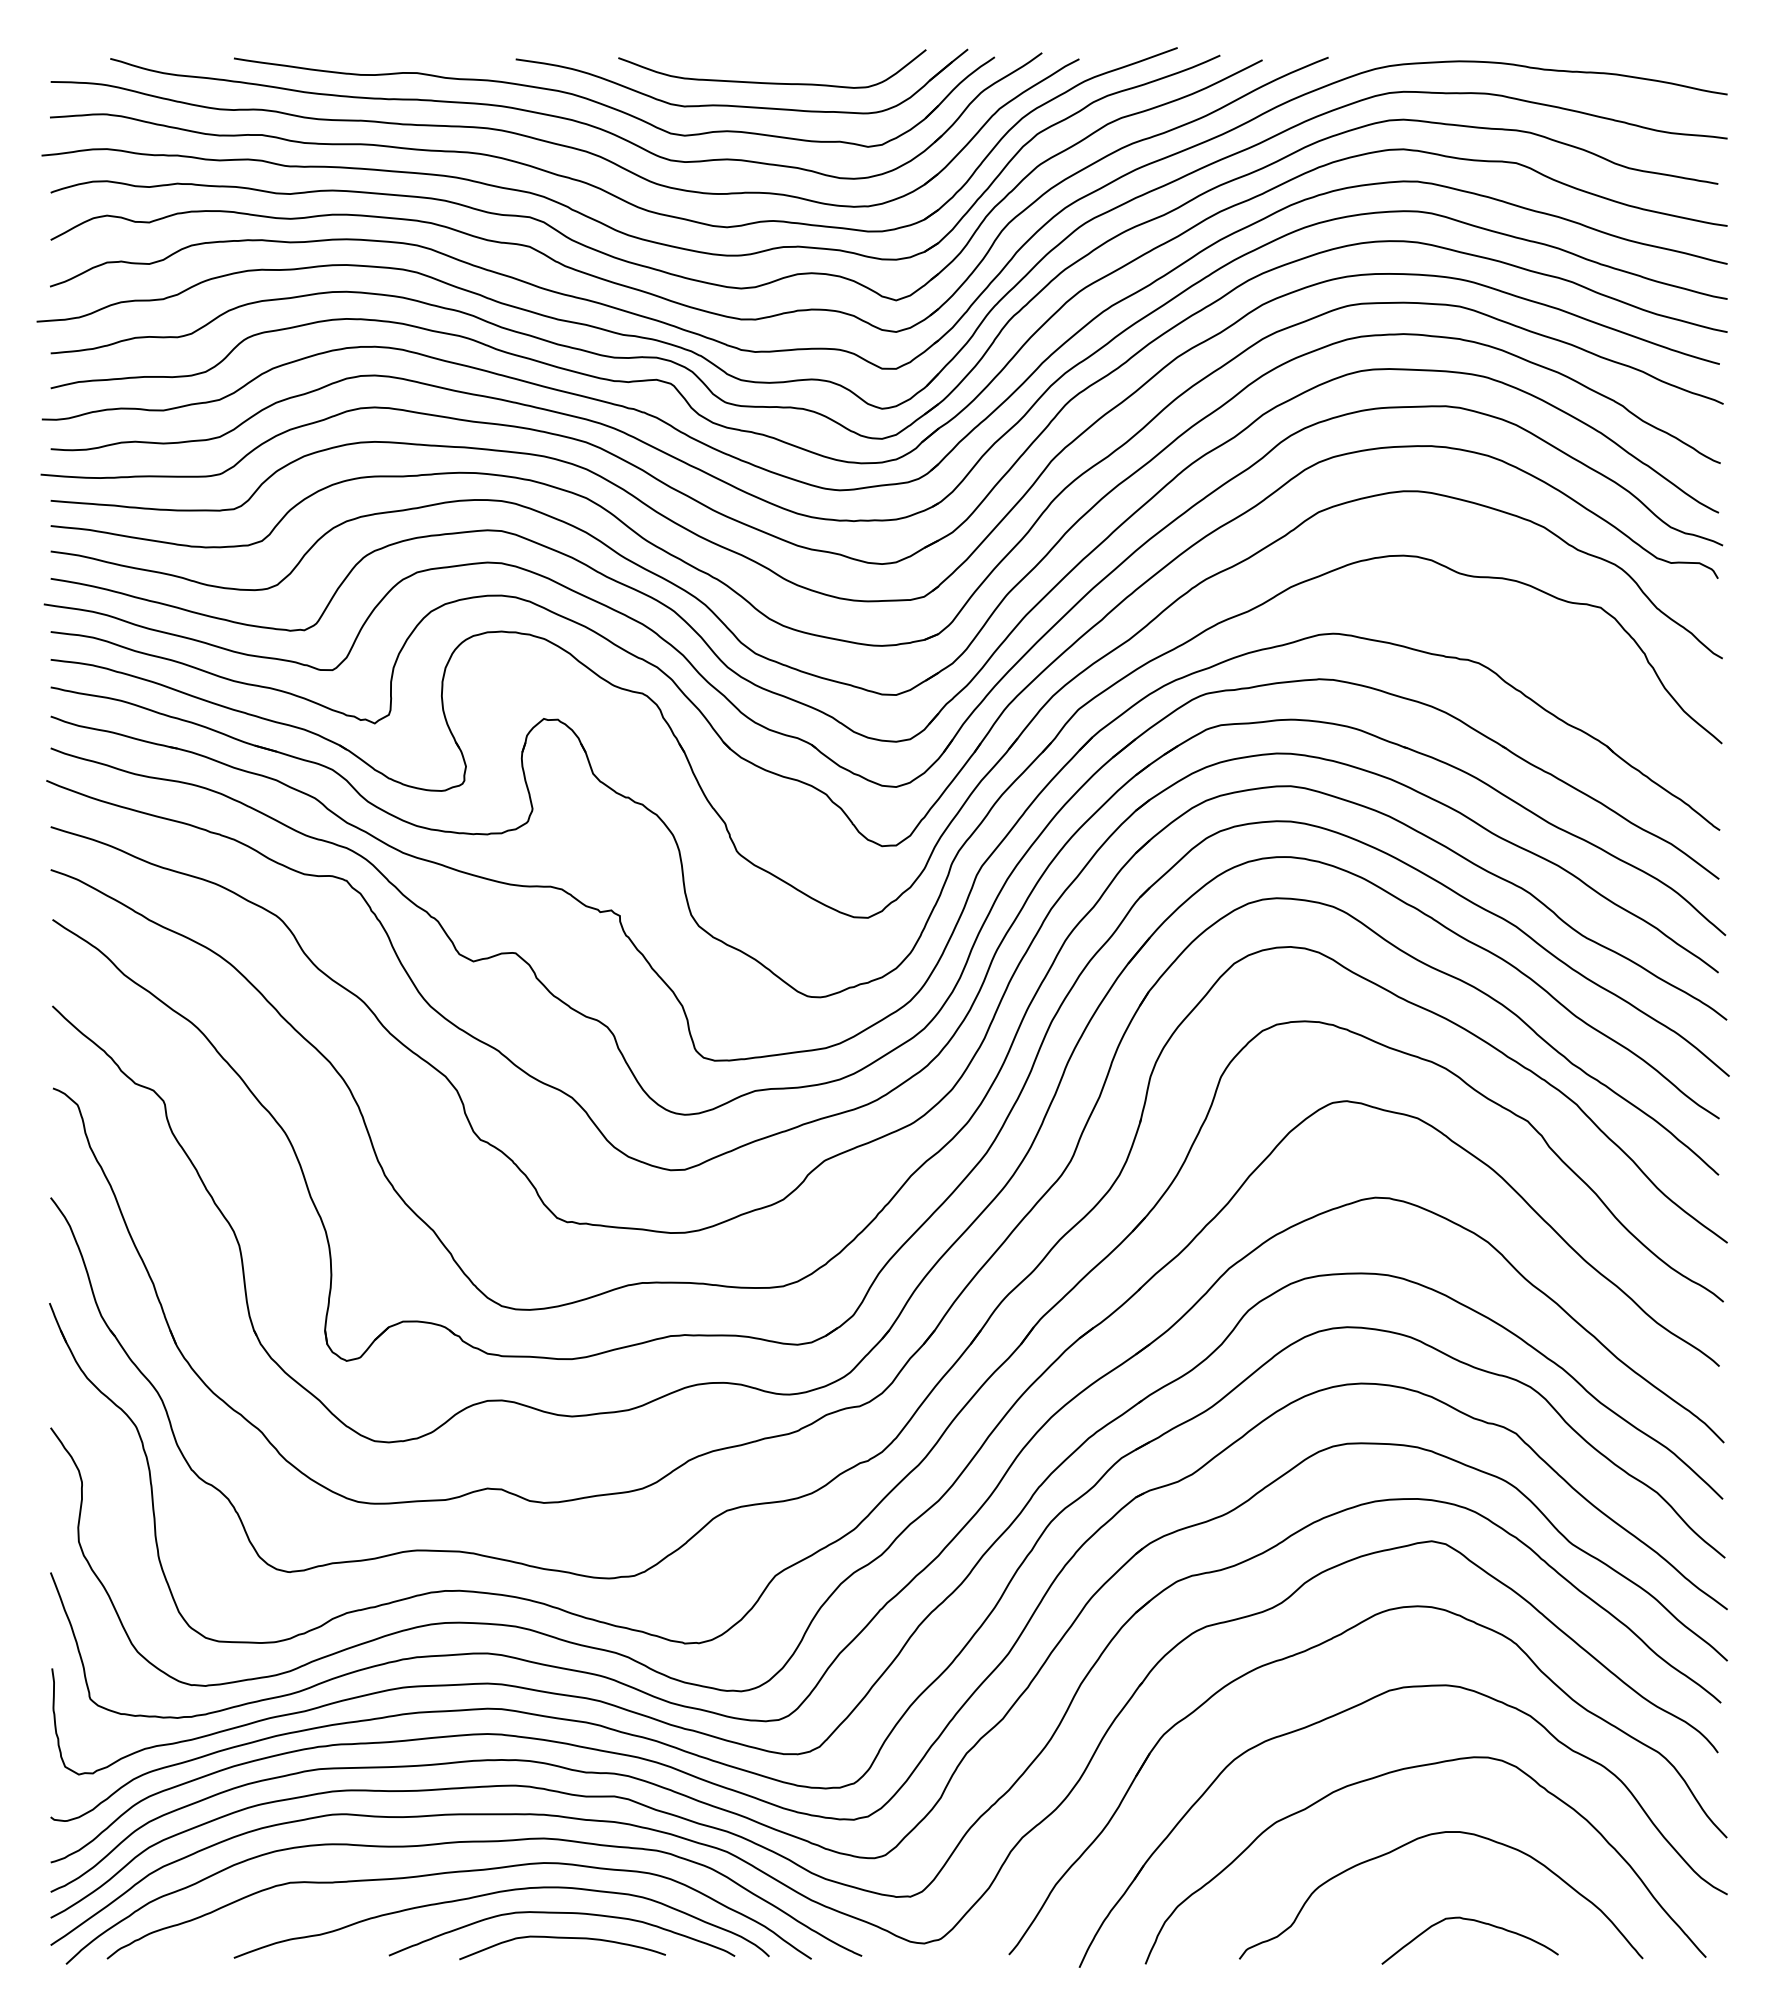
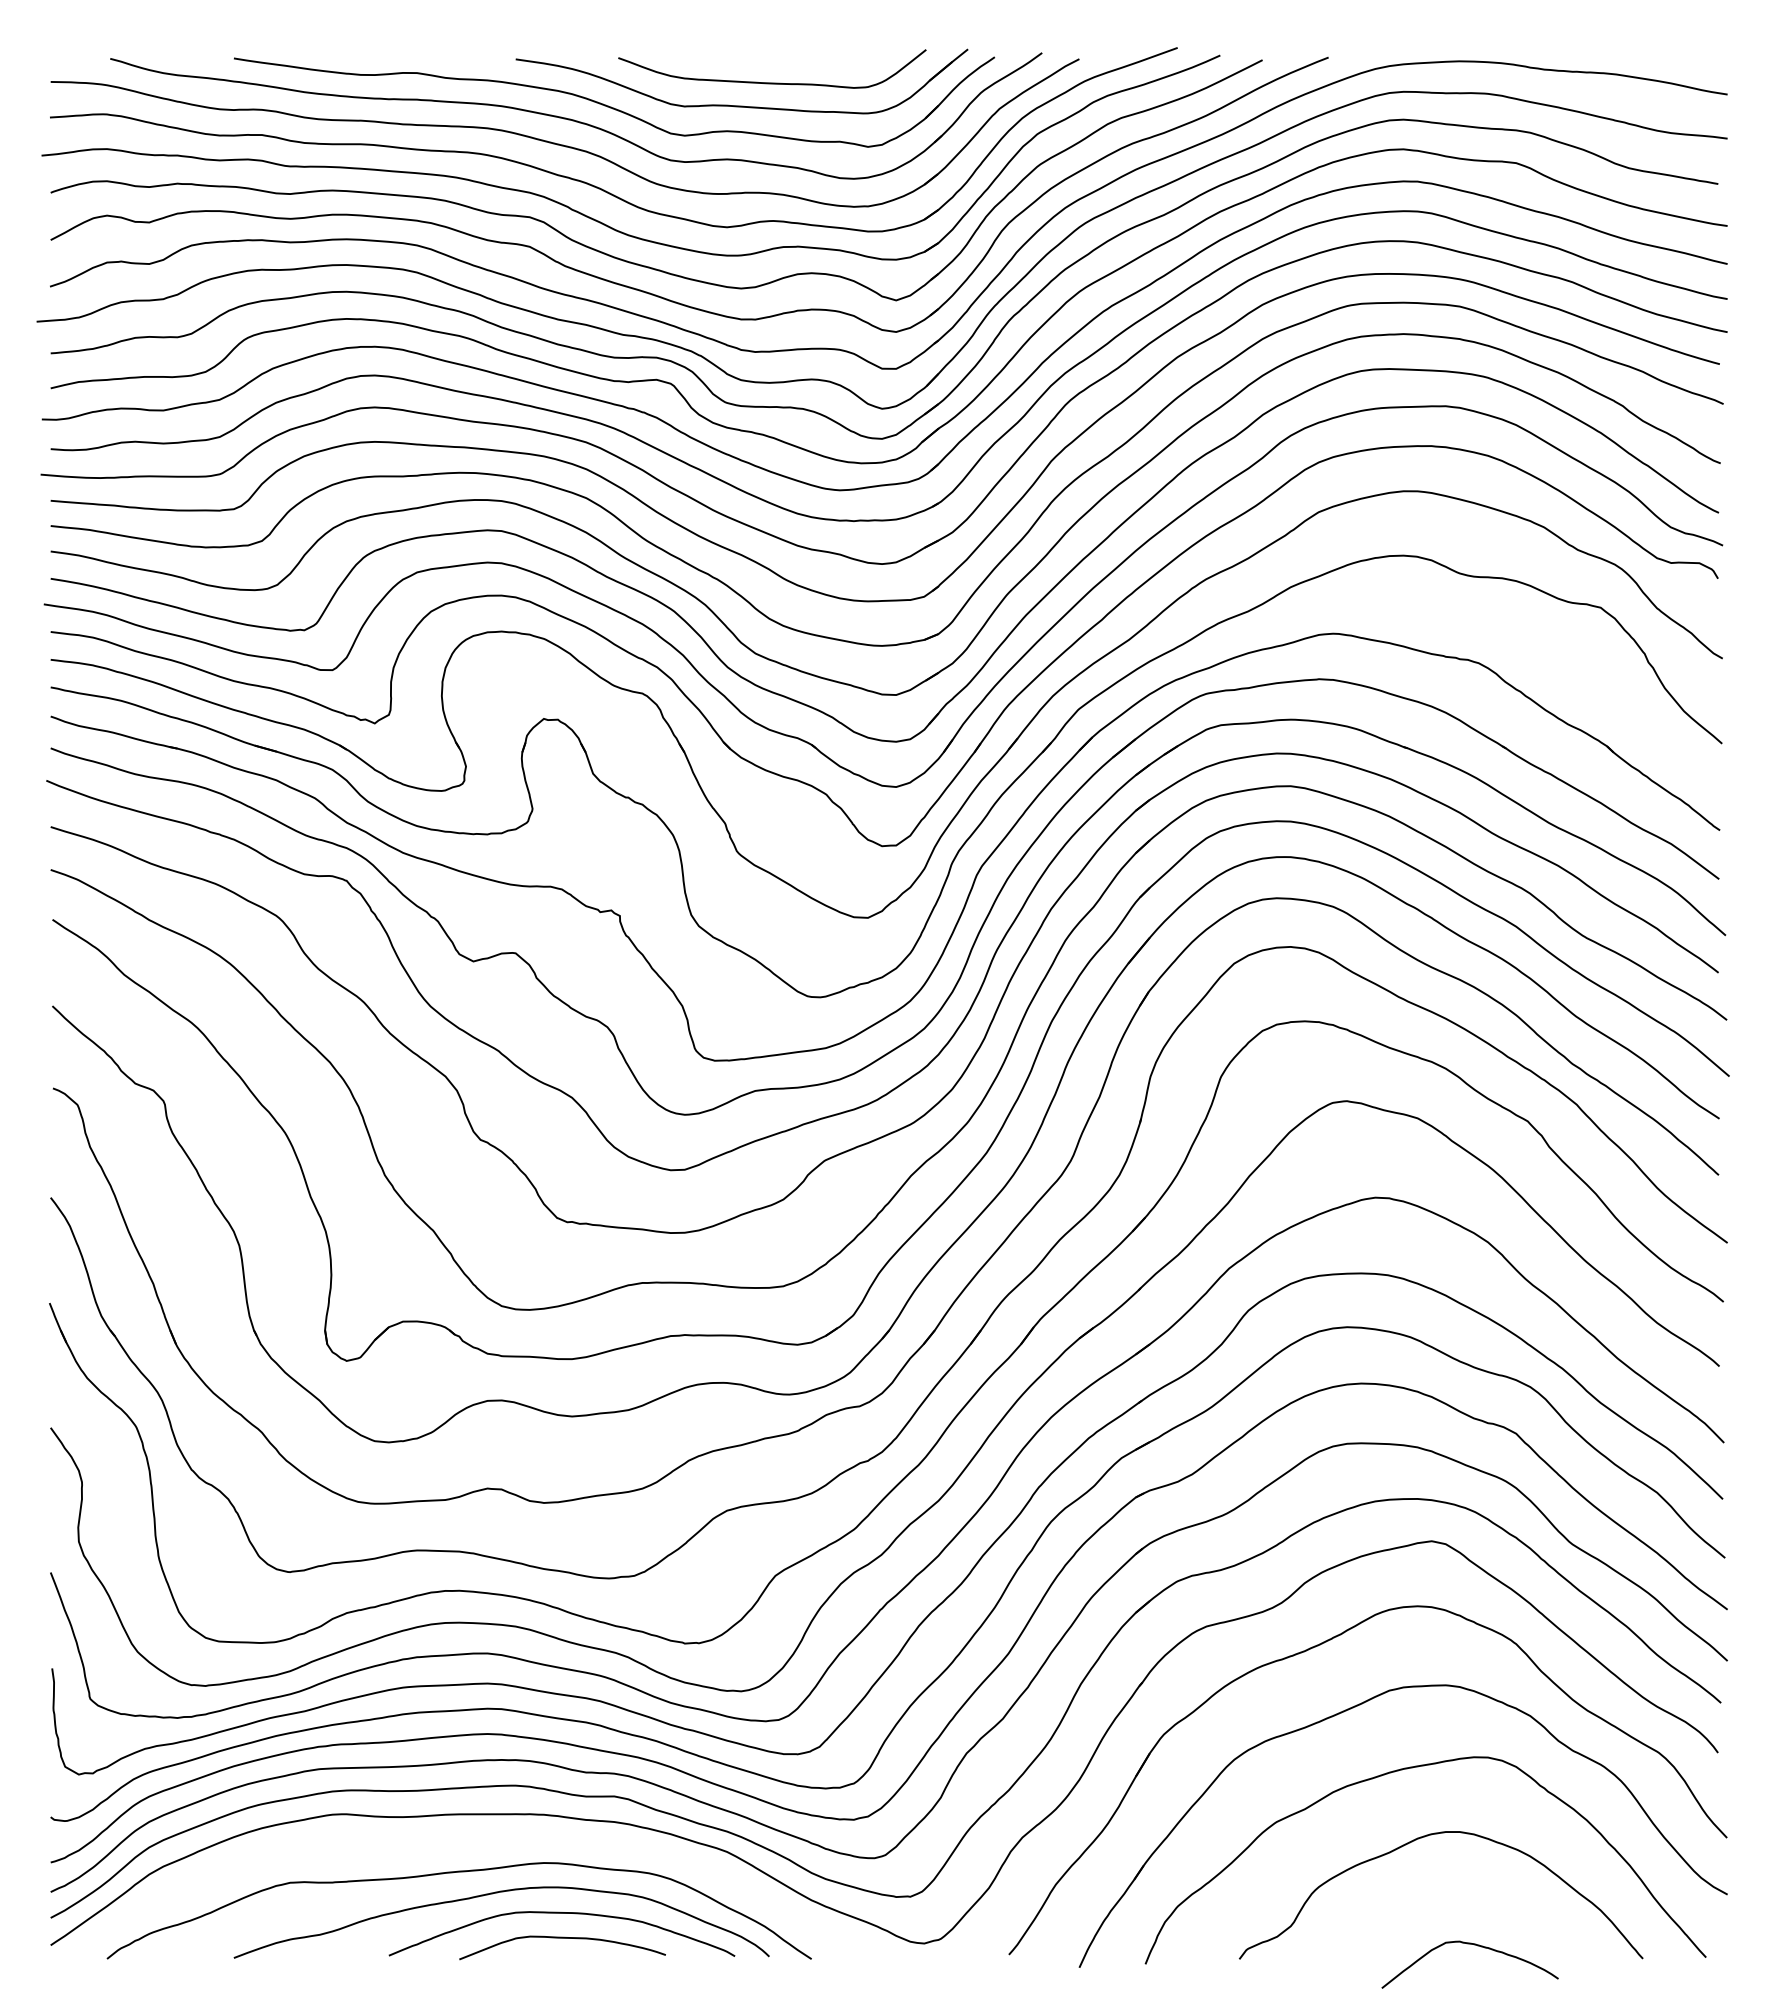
curve at (457, 1843): present -> none
curve at (1474, 1921) position: (1474, 1921) -> (1474, 1945)
